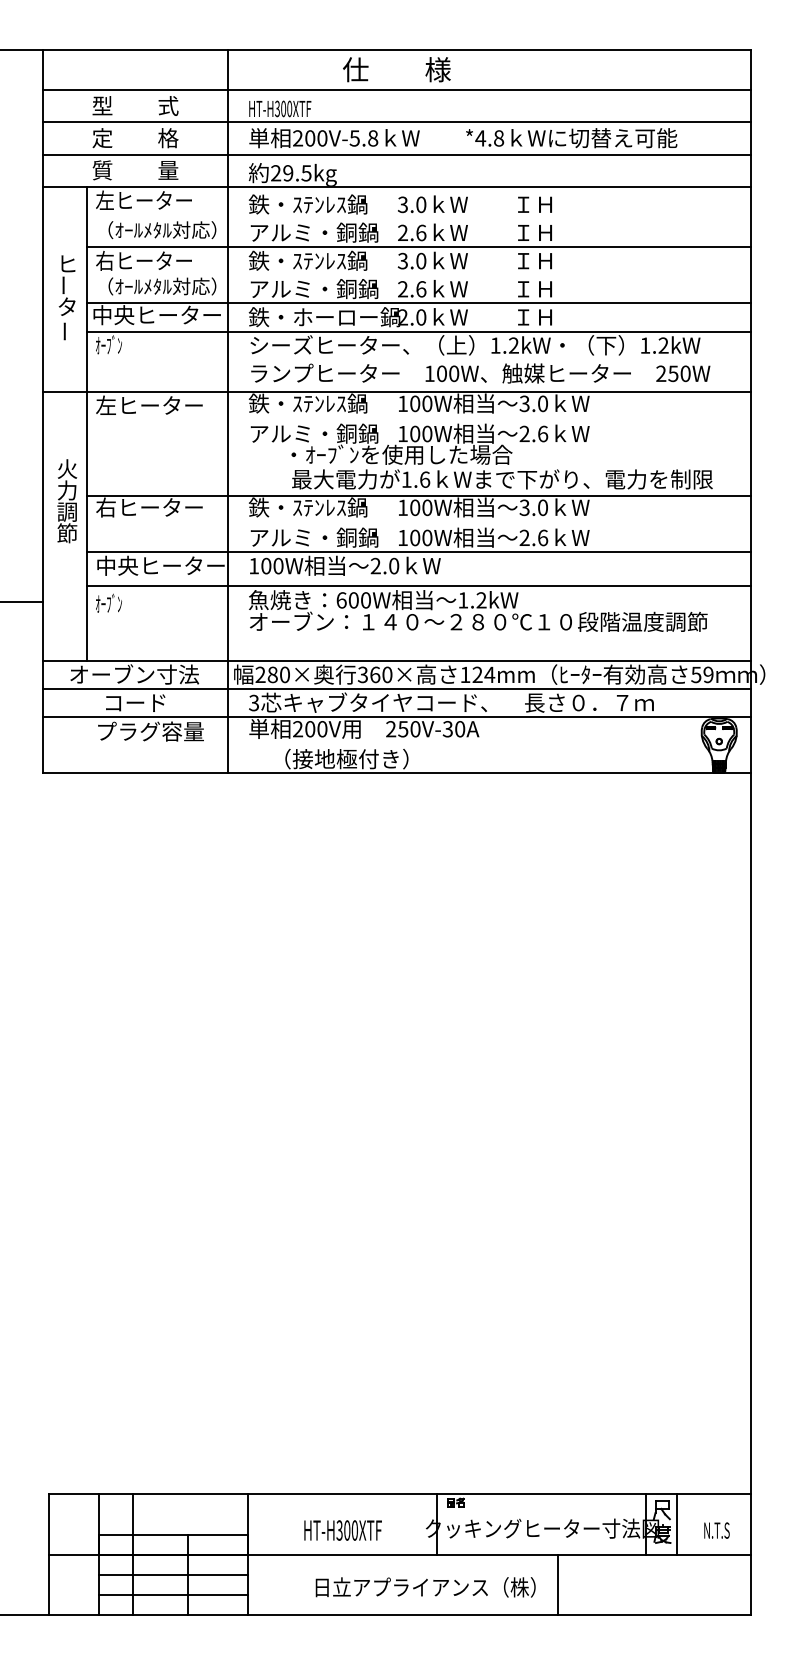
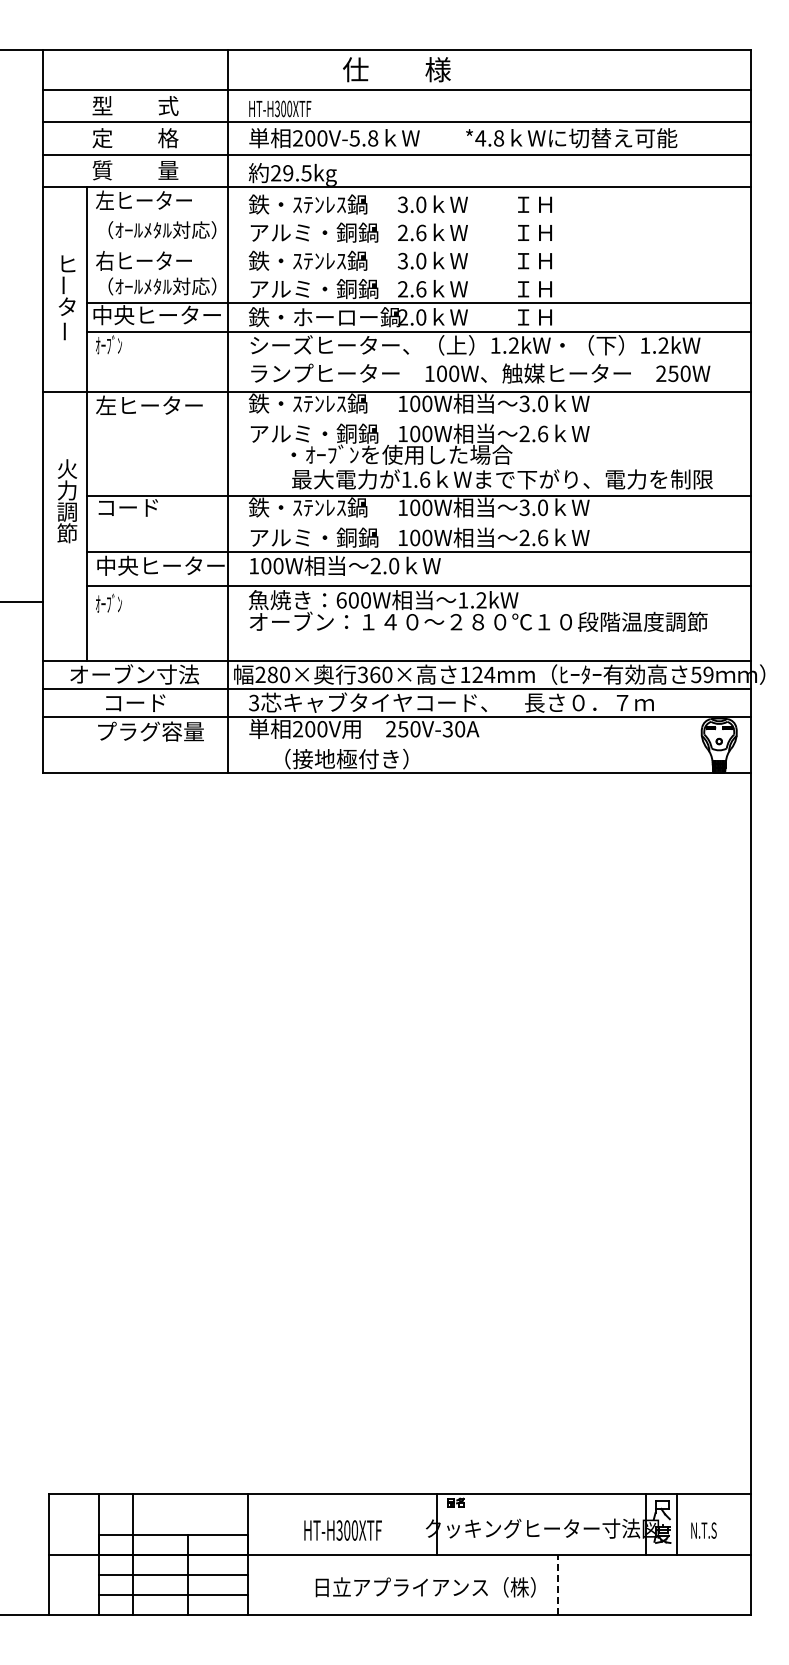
line at (419, 247): present -> none
text at (149, 507): 右ヒーター -> コード
text at (716, 1530) position: (716, 1530) -> (703, 1530)
line at (557, 1584): solid -> dashed
